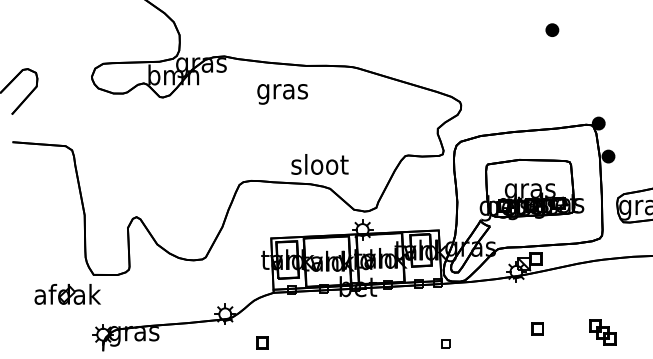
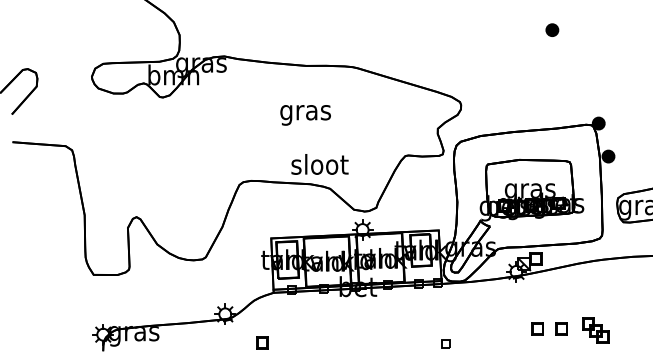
text at (282, 94) position: (282, 94) -> (305, 115)
part at (67, 294): present -> none
part at (561, 328): none -> present
part at (602, 332) position: (602, 332) -> (595, 330)
